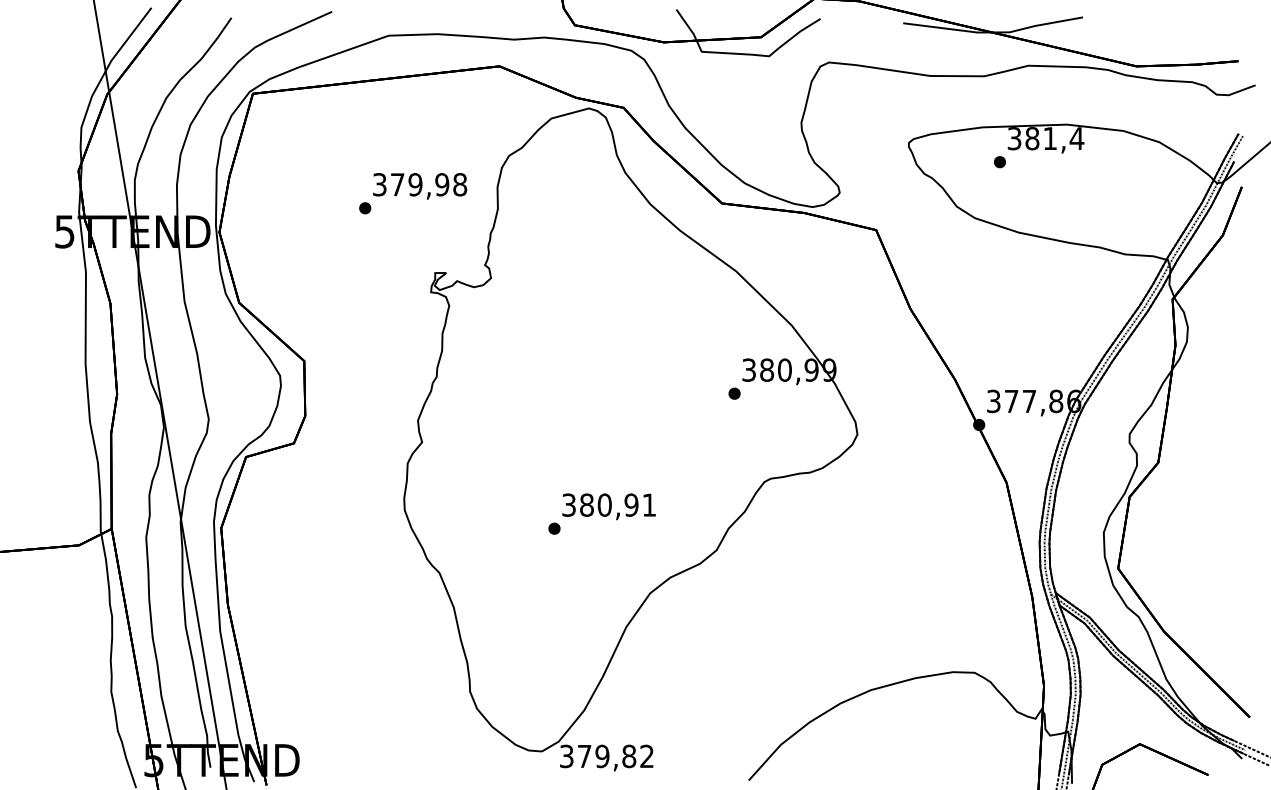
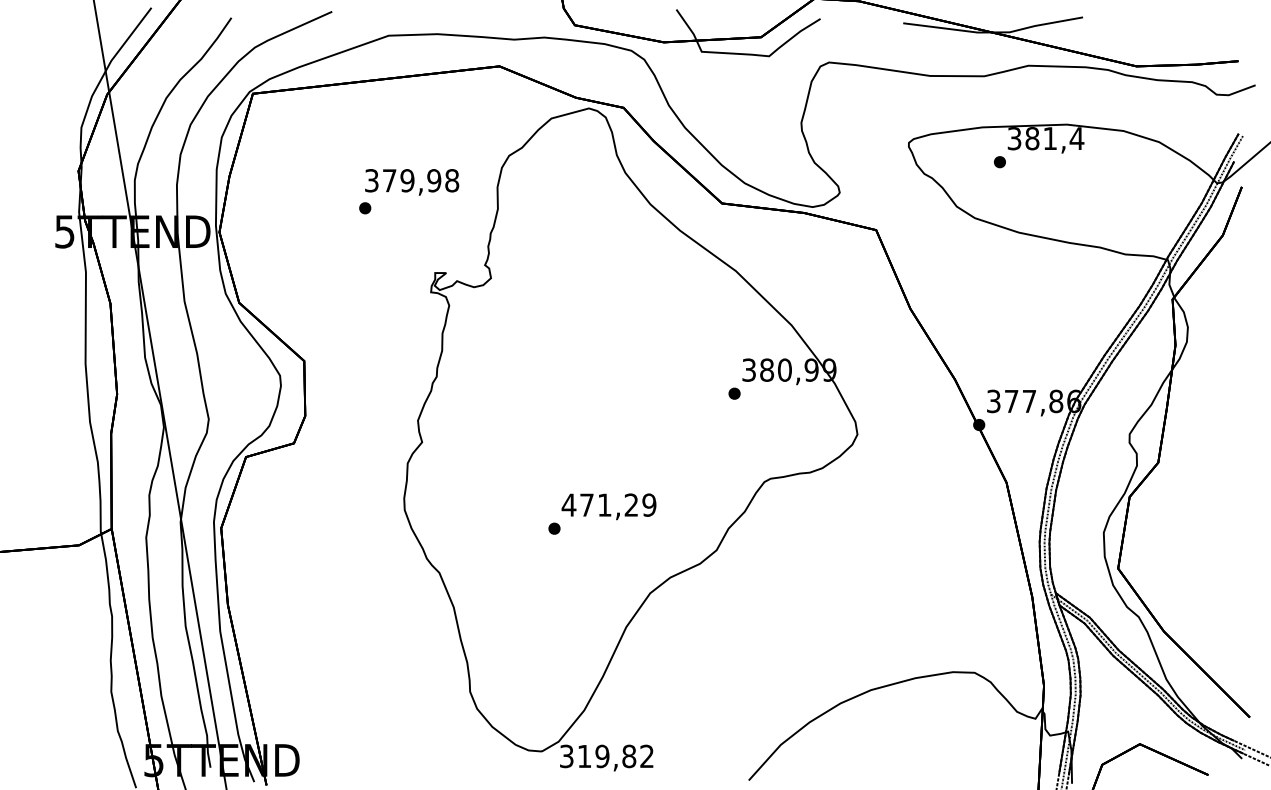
text at (420, 186) position: (420, 186) -> (412, 182)
text at (608, 504): 380,91 -> 471,29
text at (584, 756): 379,82 -> 319,82
